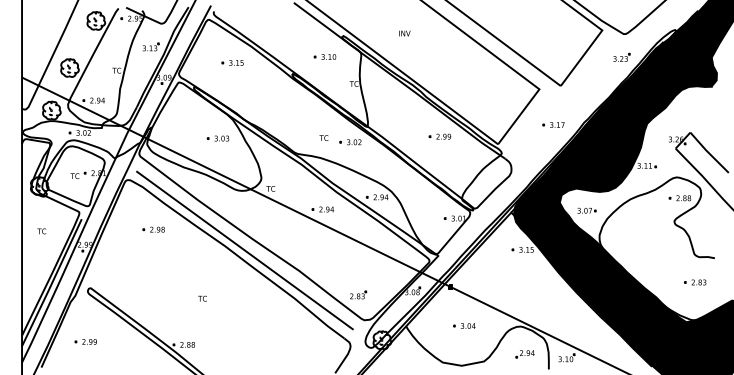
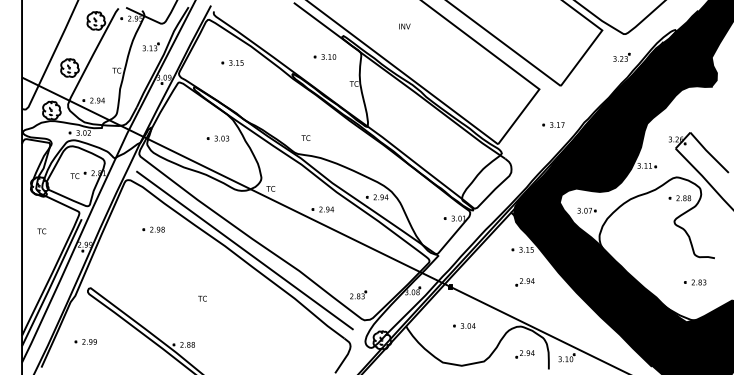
text at (404, 33) position: (404, 33) -> (404, 26)
part at (439, 136): present -> none
text at (323, 137) position: (323, 137) -> (305, 137)
part at (350, 142): present -> none
part at (524, 282): none -> present
